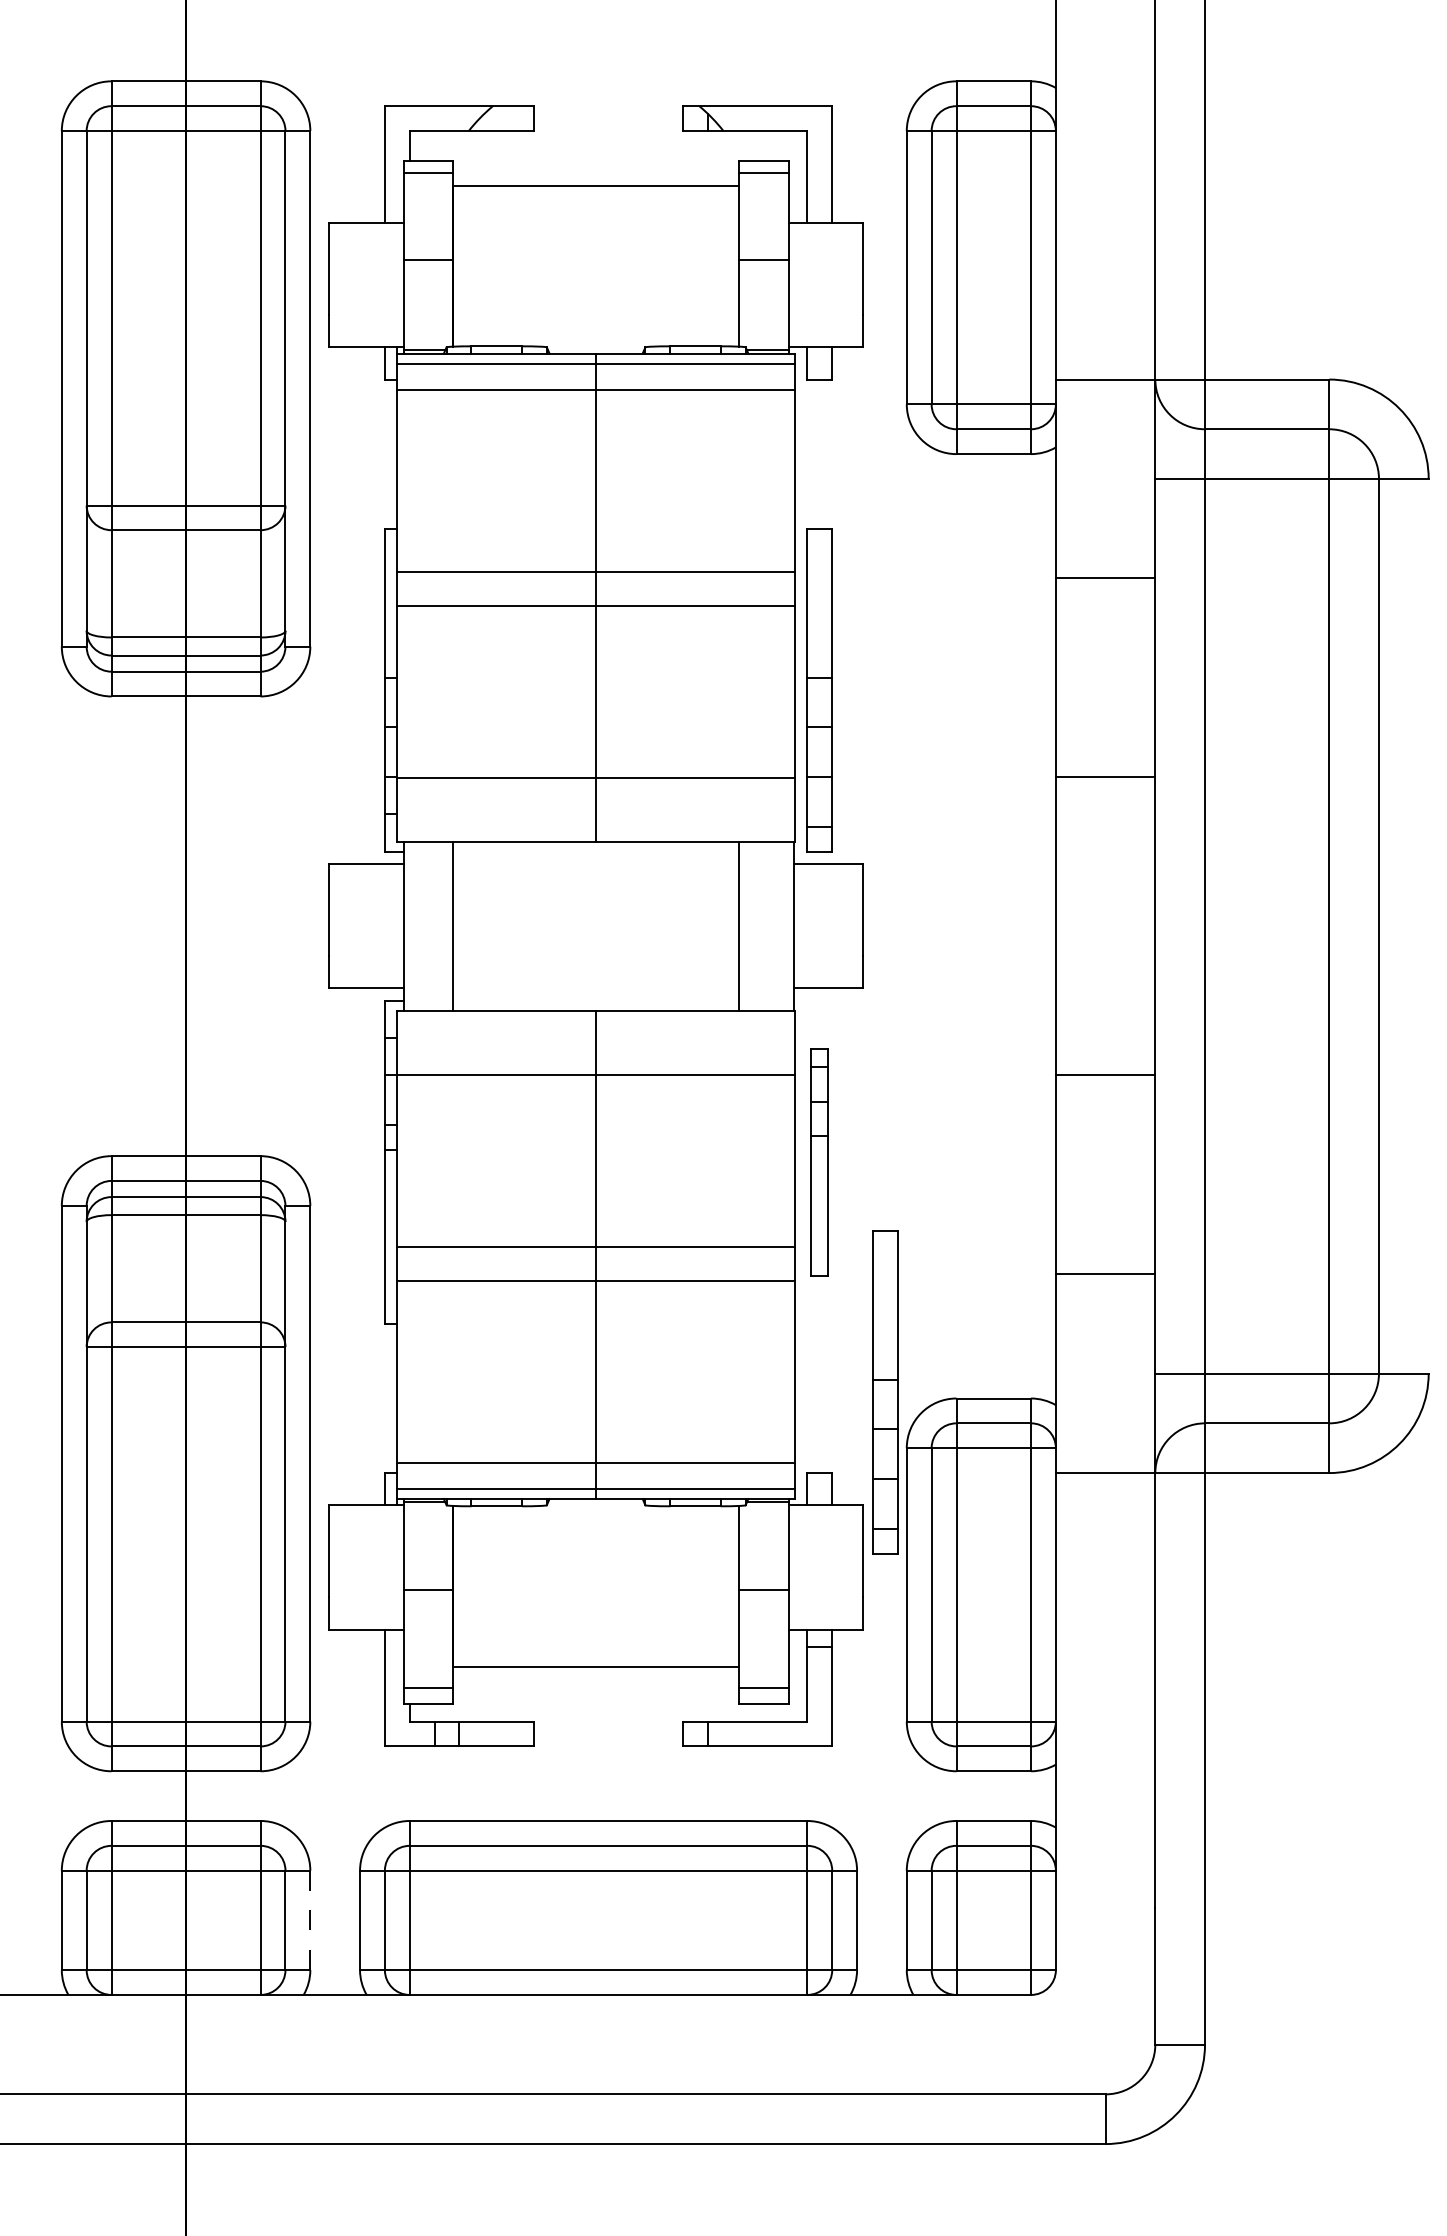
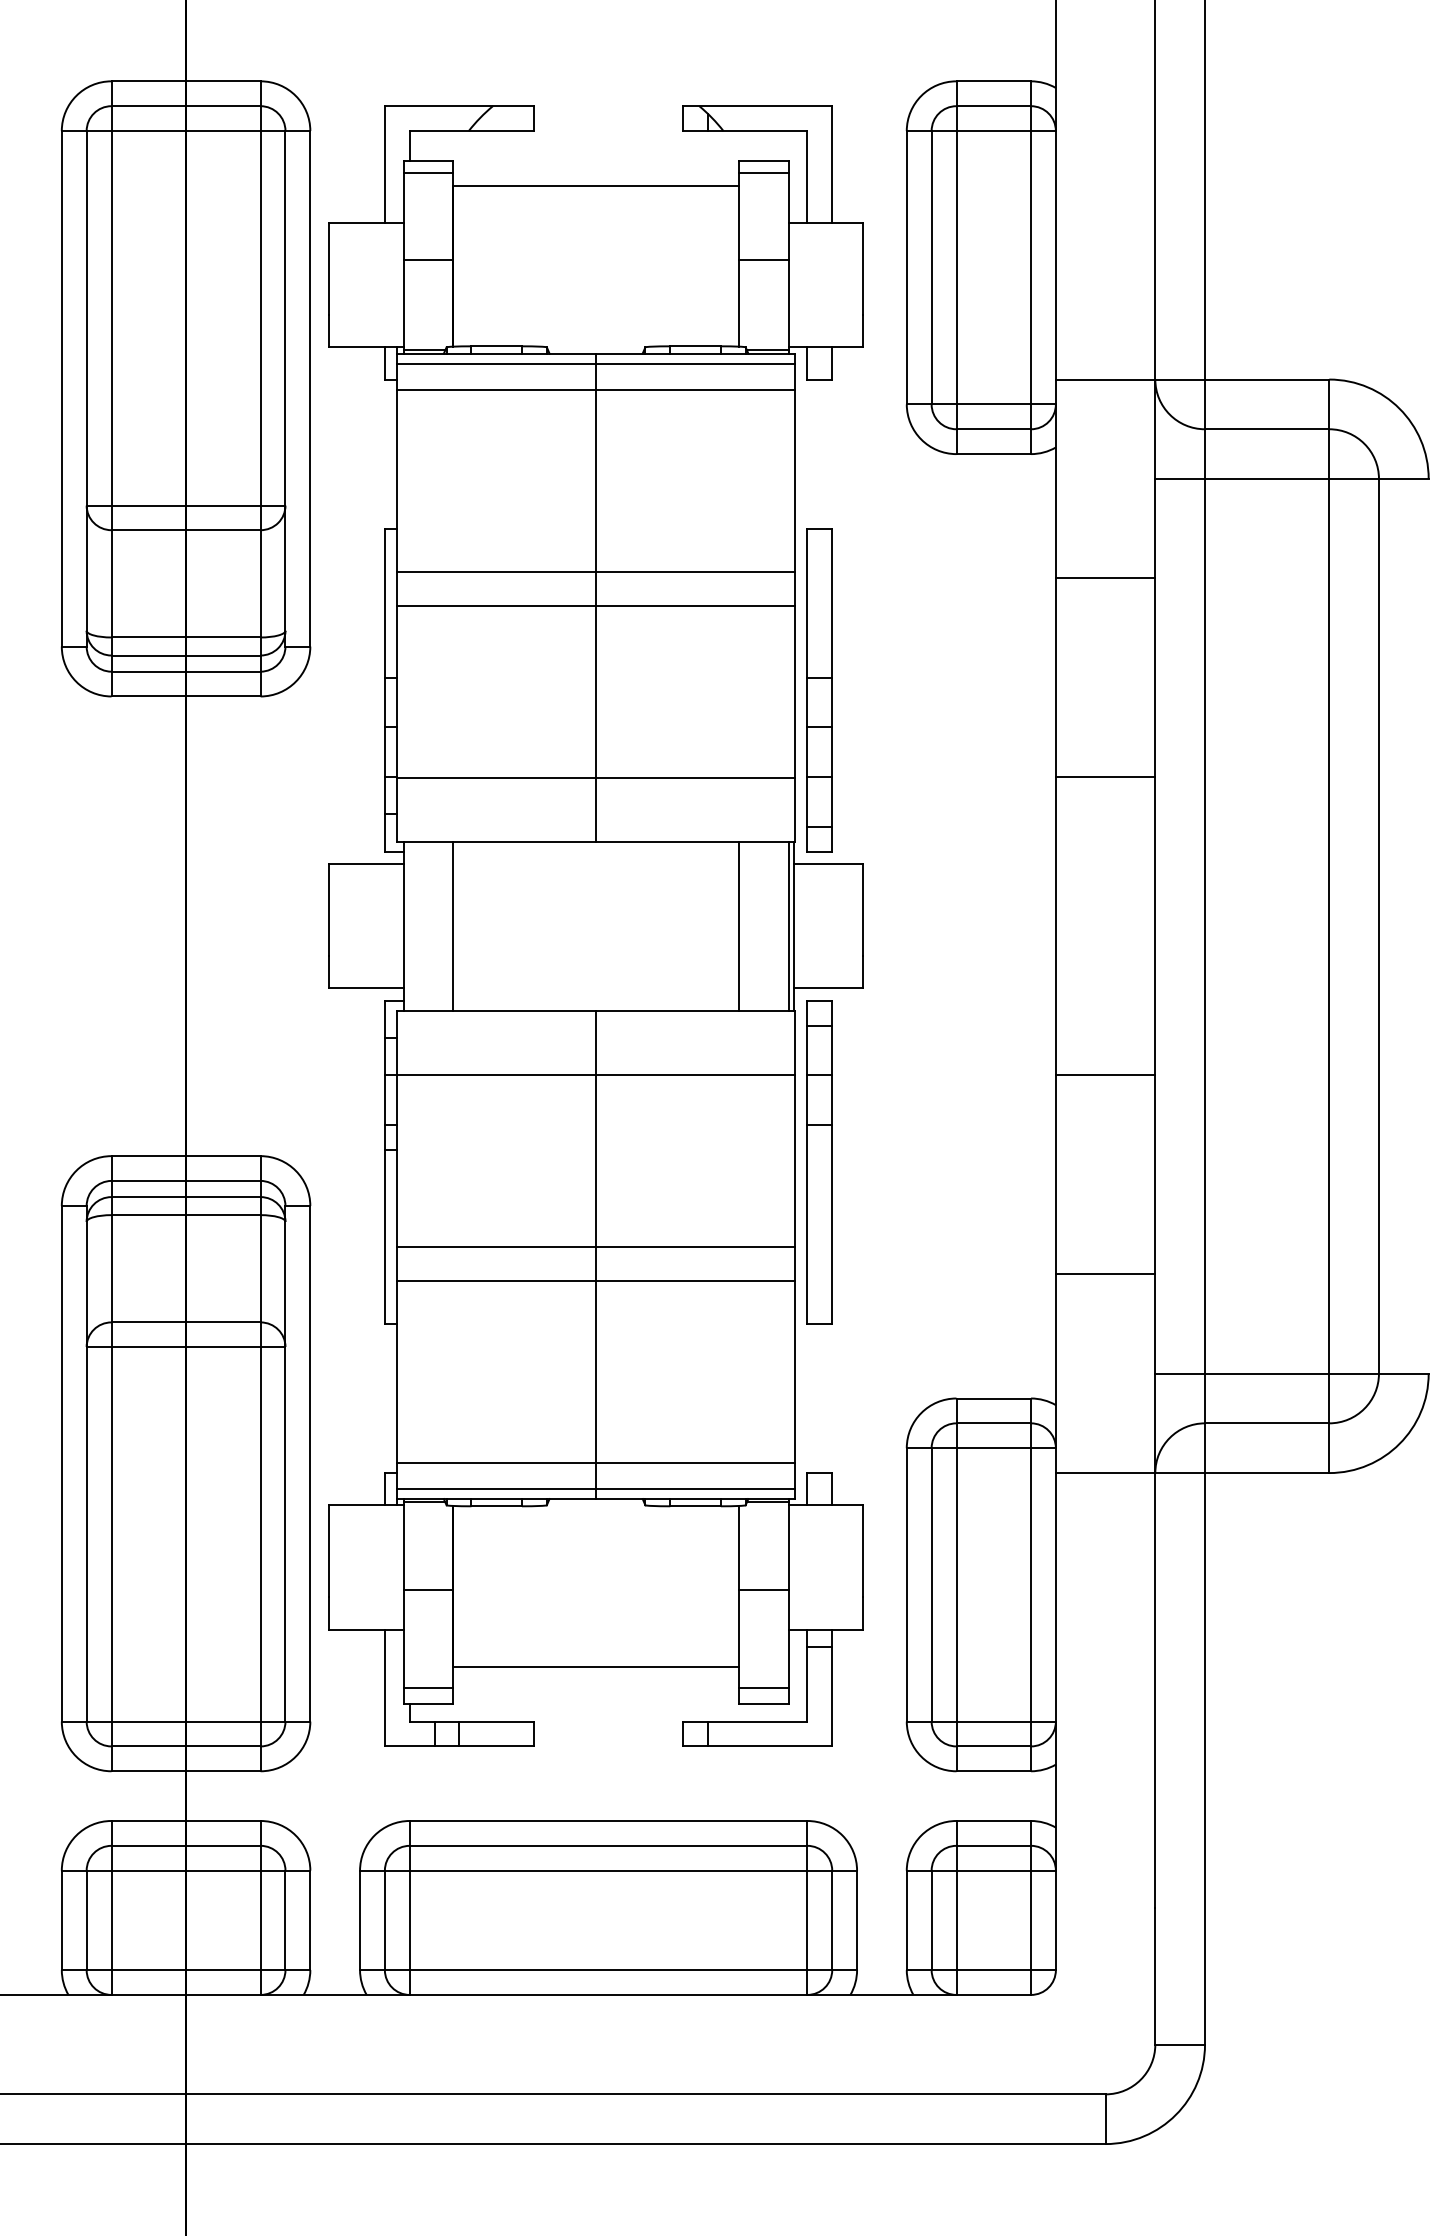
line at (788, 926): none -> present
part at (819, 1162) size: 19x229 px -> 27x325 px
part at (885, 1392): present -> none
line at (310, 1920): dashed -> solid
